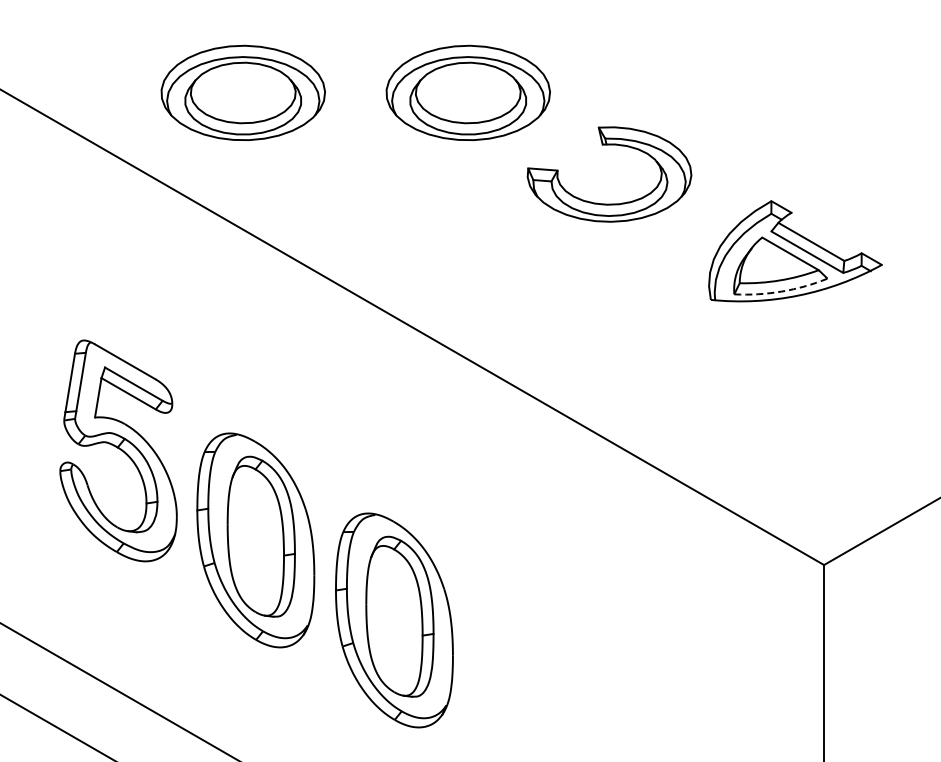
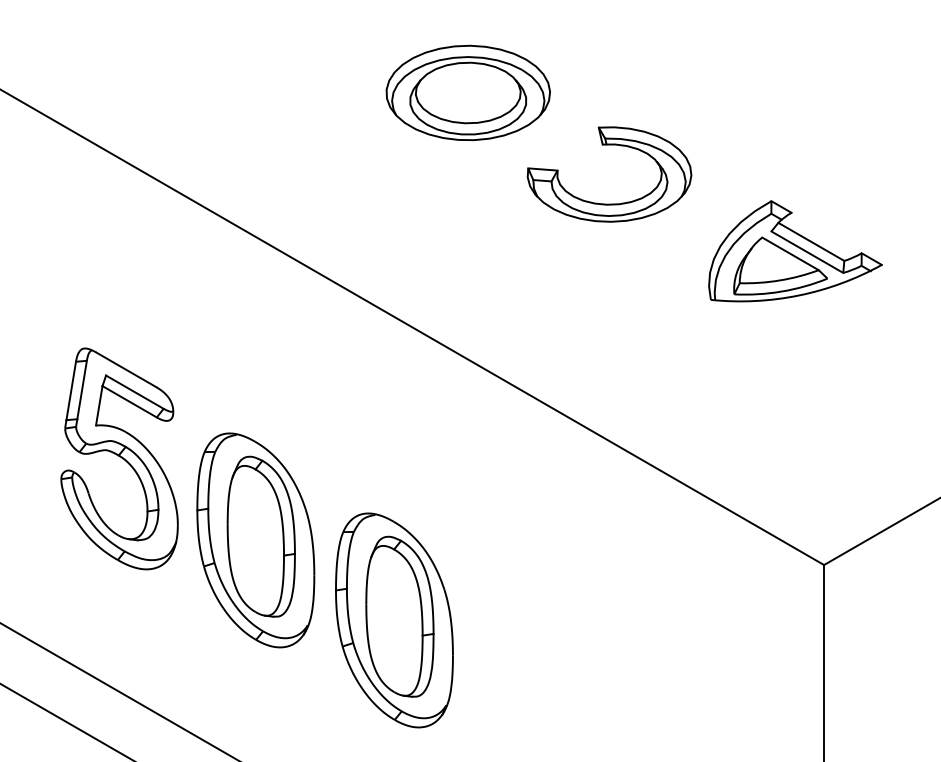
part at (242, 92): present -> none
arc at (781, 291): dashed -> solid
part at (118, 450) position: (118, 450) -> (119, 458)
line at (56, 726) position: (56, 726) -> (66, 721)
